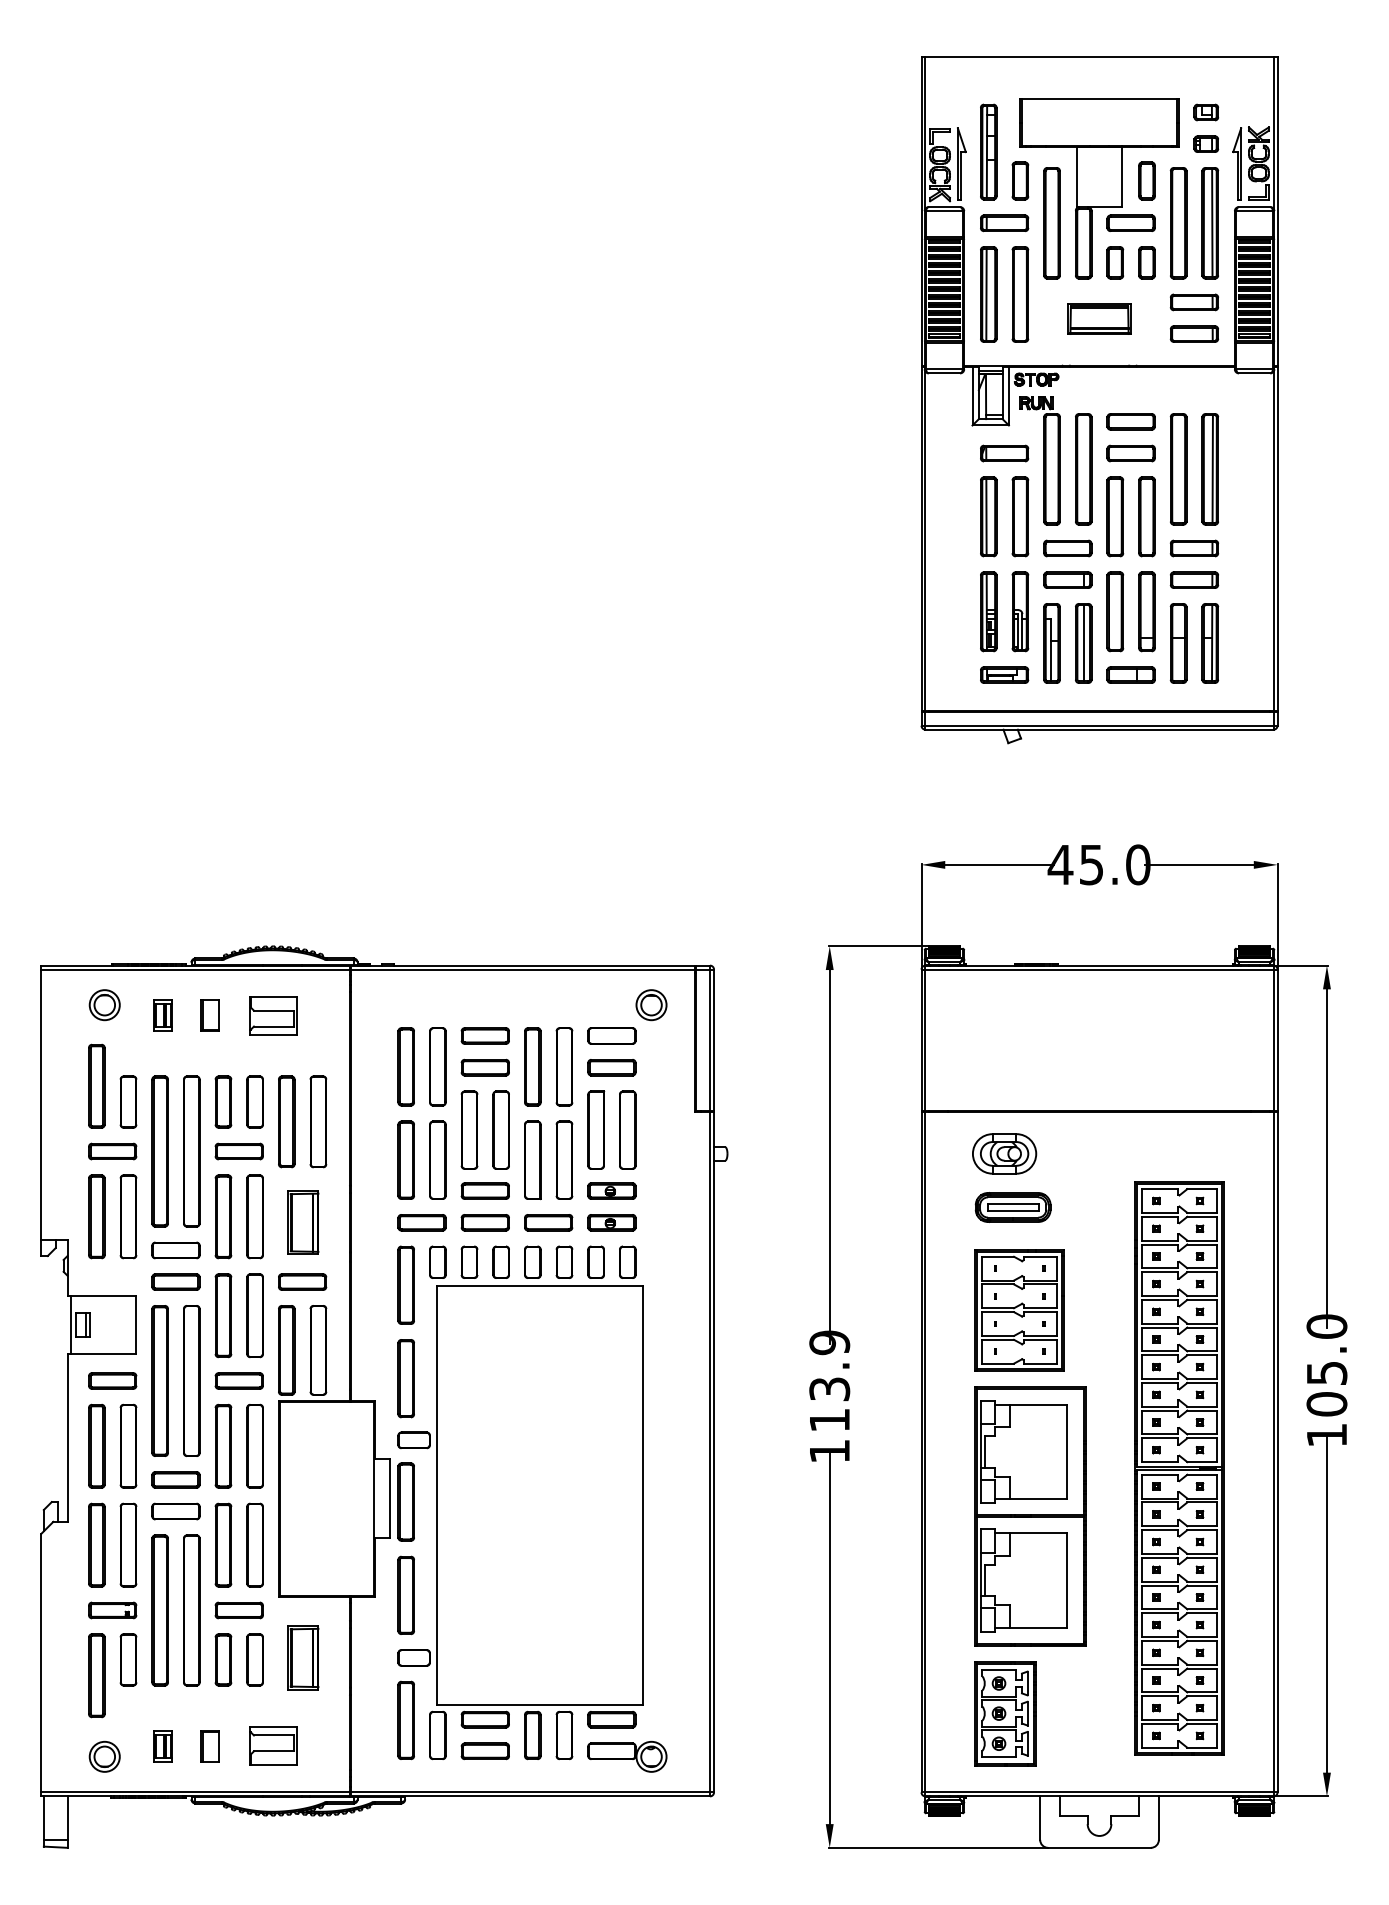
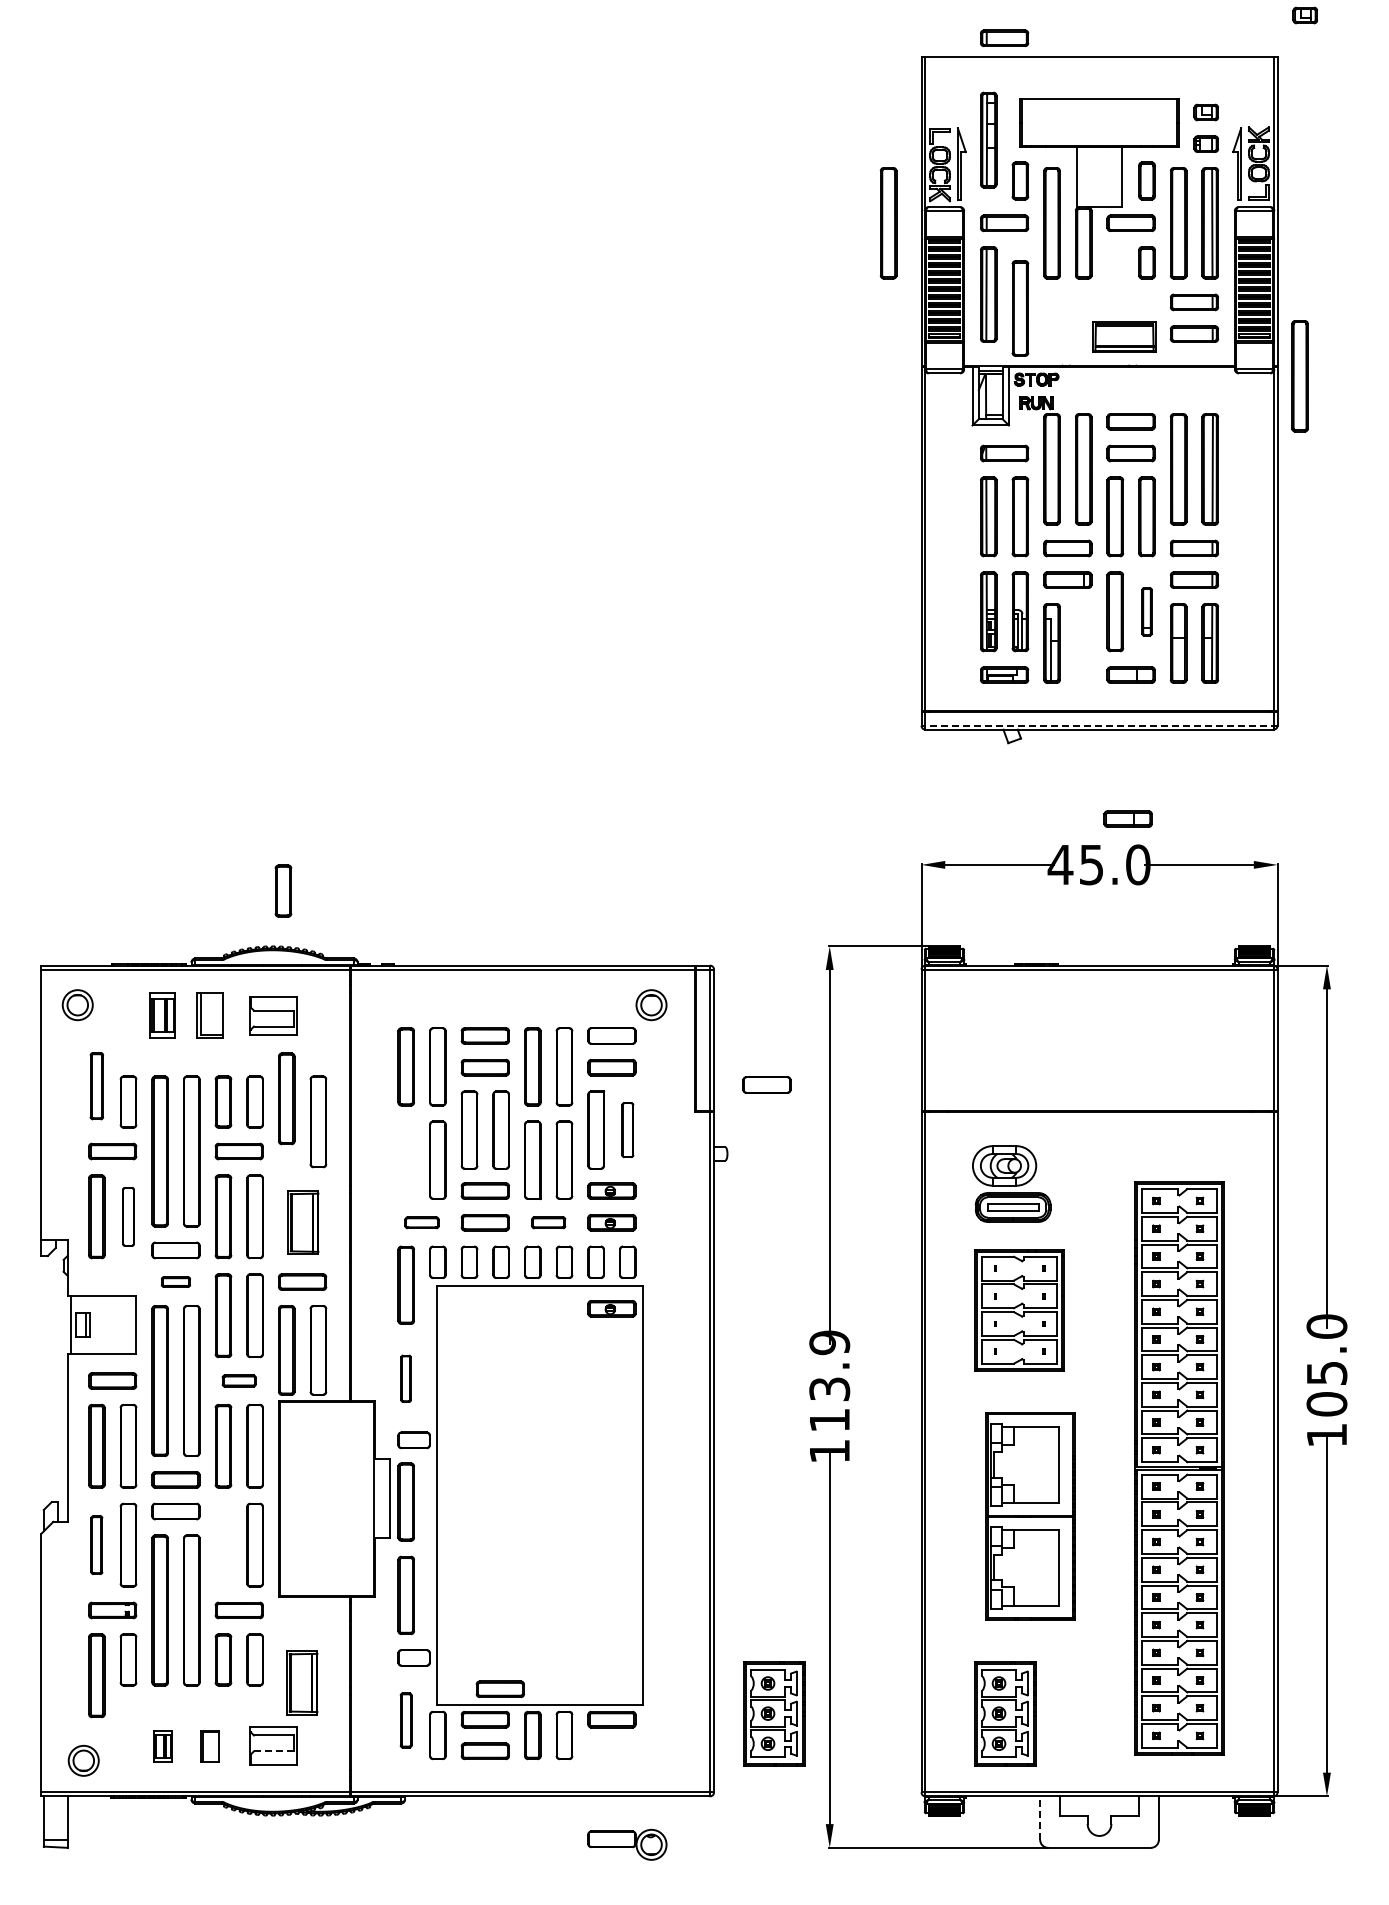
part at (1304, 15): none -> present
part at (1004, 38): none -> present
part at (988, 151) position: (988, 151) -> (988, 139)
part at (888, 223): none -> present
part at (1115, 262): present -> none
part at (1020, 294) position: (1020, 294) -> (1020, 308)
part at (1099, 318) position: (1099, 318) -> (1124, 336)
part at (1299, 376): none -> present
part at (1146, 611) size: 18x82 px -> 12x50 px
part at (1083, 643): present -> none
line at (1099, 725): solid -> dashed
part at (1127, 818): none -> present
part at (283, 890): none -> present
part at (104, 1005) position: (104, 1005) -> (77, 1005)
part at (162, 1015) size: 20x33 px -> 27x47 px
part at (209, 1015) size: 20x33 px -> 28x47 px
part at (766, 1084): none -> present
part at (96, 1085) size: 18x86 px -> 16x69 px
part at (286, 1121) position: (286, 1121) -> (286, 1098)
part at (627, 1129) size: 18x80 px -> 14x57 px
part at (1004, 1153) position: (1004, 1153) -> (1004, 1165)
part at (405, 1159): present -> none
part at (128, 1216) size: 19x86 px -> 13x60 px
part at (421, 1222) size: 50x18 px -> 36x14 px
part at (548, 1222) size: 50x18 px -> 36x14 px
part at (175, 1281) size: 50x18 px -> 32x12 px
part at (611, 1308): none -> present
part at (405, 1378) size: 18x80 px -> 12x49 px
part at (238, 1380) size: 50x18 px -> 36x14 px
part at (1030, 1516) size: 113x261 px -> 91x209 px
part at (96, 1544) size: 18x86 px -> 14x60 px
part at (223, 1544): present -> none
part at (303, 1657) position: (303, 1657) -> (302, 1682)
part at (499, 1689): none -> present
part at (774, 1713): none -> present
part at (405, 1720) size: 18x81 px -> 14x57 px
line at (273, 1751): solid -> dashed
part at (104, 1756) position: (104, 1756) -> (83, 1760)
part at (627, 1756) position: (627, 1756) -> (627, 1844)
line at (1040, 1818): solid -> dashed
